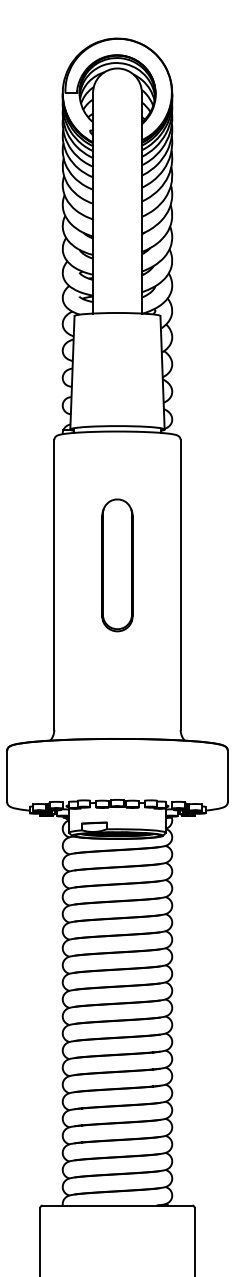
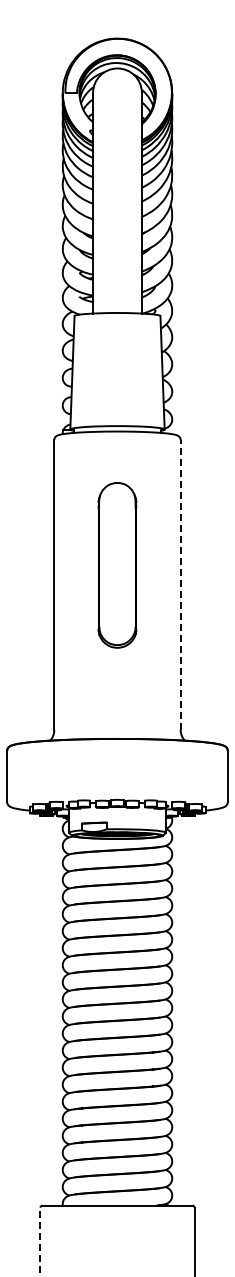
part at (117, 565) size: 33x135 px -> 41x167 px
line at (180, 584): solid -> dashed
line at (40, 1241): solid -> dashed
